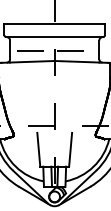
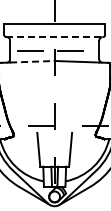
line at (55, 37): solid -> dashed
line at (32, 61): solid -> dashed
